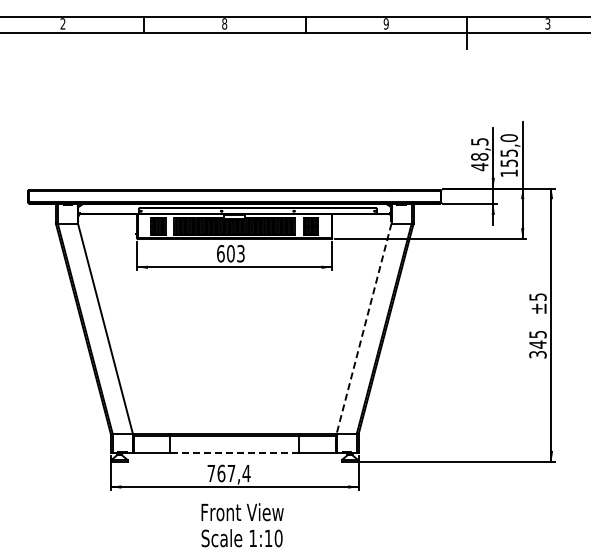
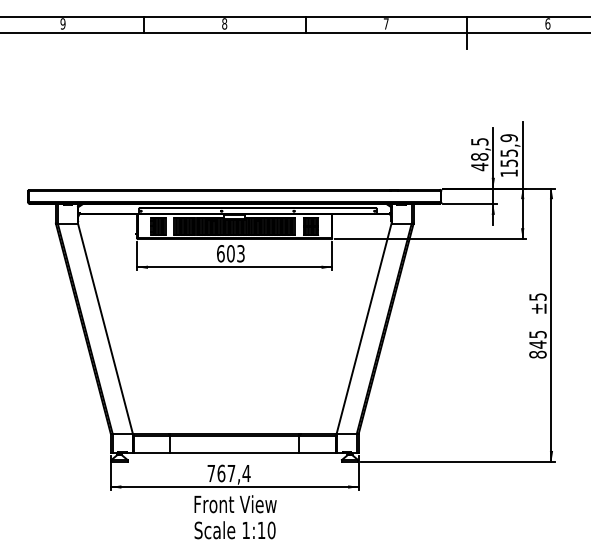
text at (62, 23): 2 -> 9
text at (385, 23): 9 -> 7
text at (547, 23): 3 -> 6
text at (508, 138): 155,0 -> 155,9
line at (364, 328): dashed -> solid
text at (537, 354): 345 -> 845
line at (234, 453): dashed -> solid
text at (242, 525) position: (242, 525) -> (235, 517)
